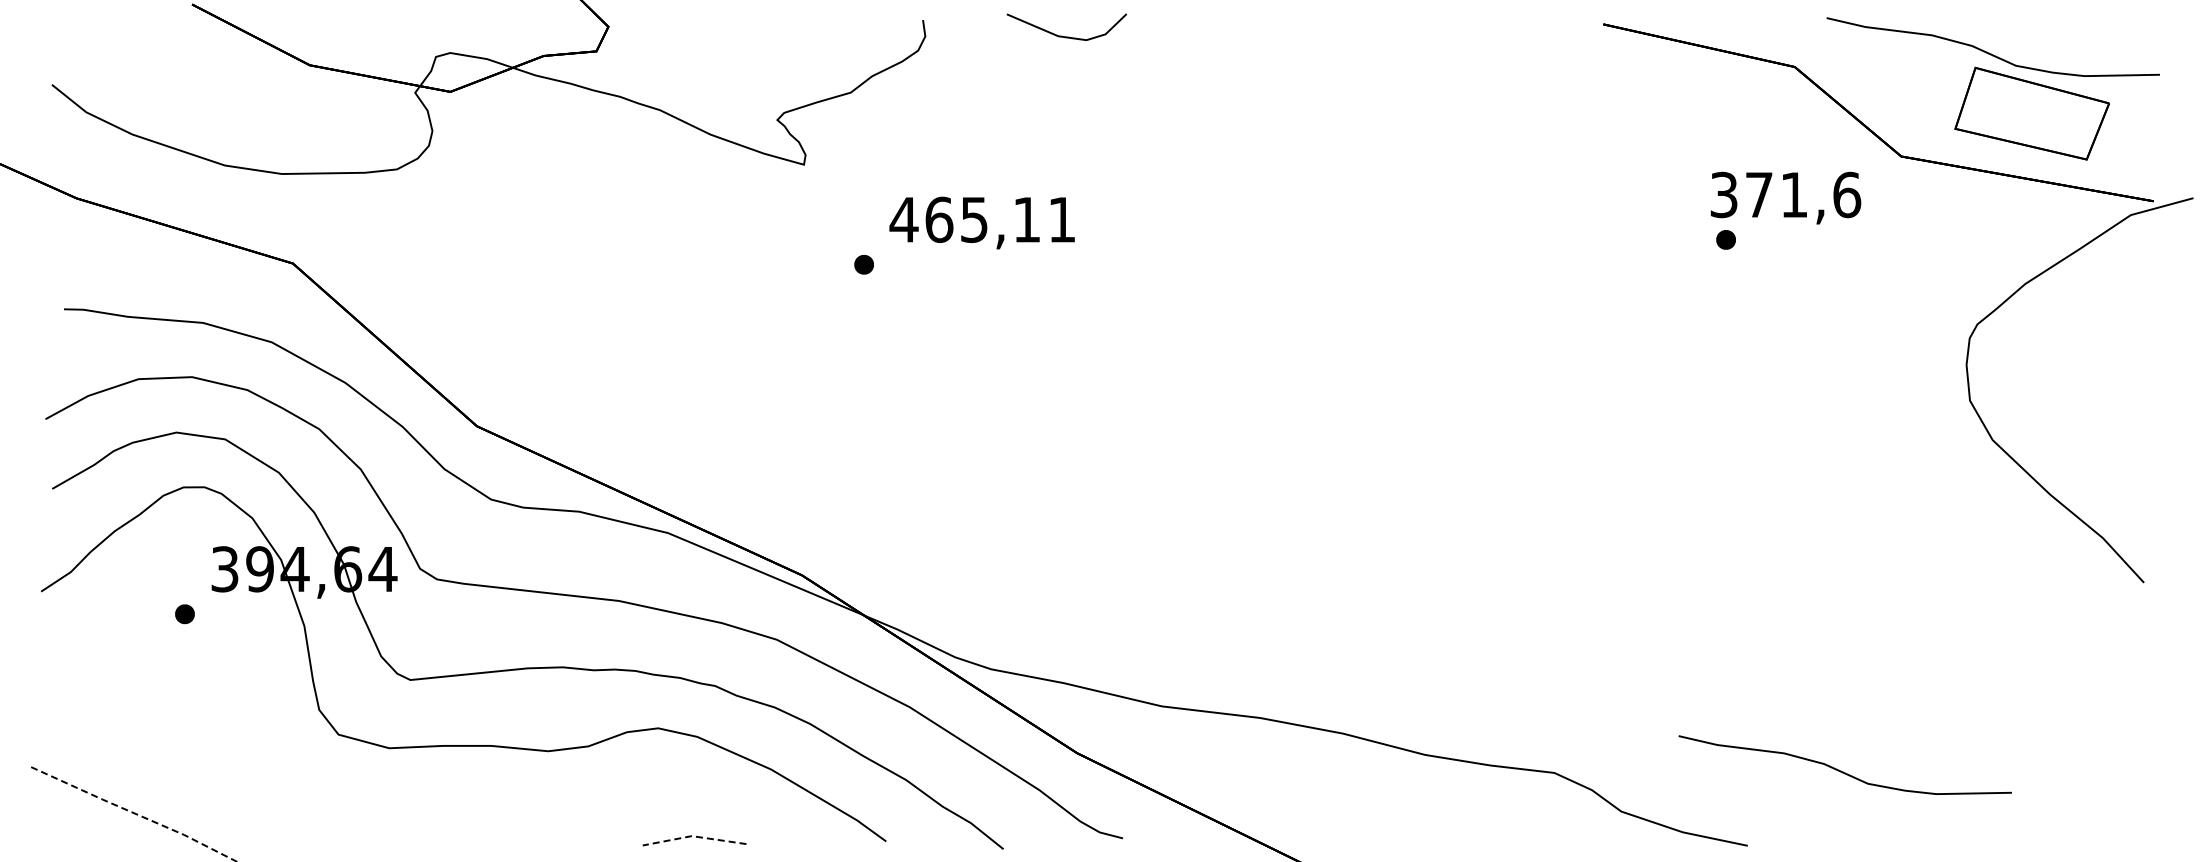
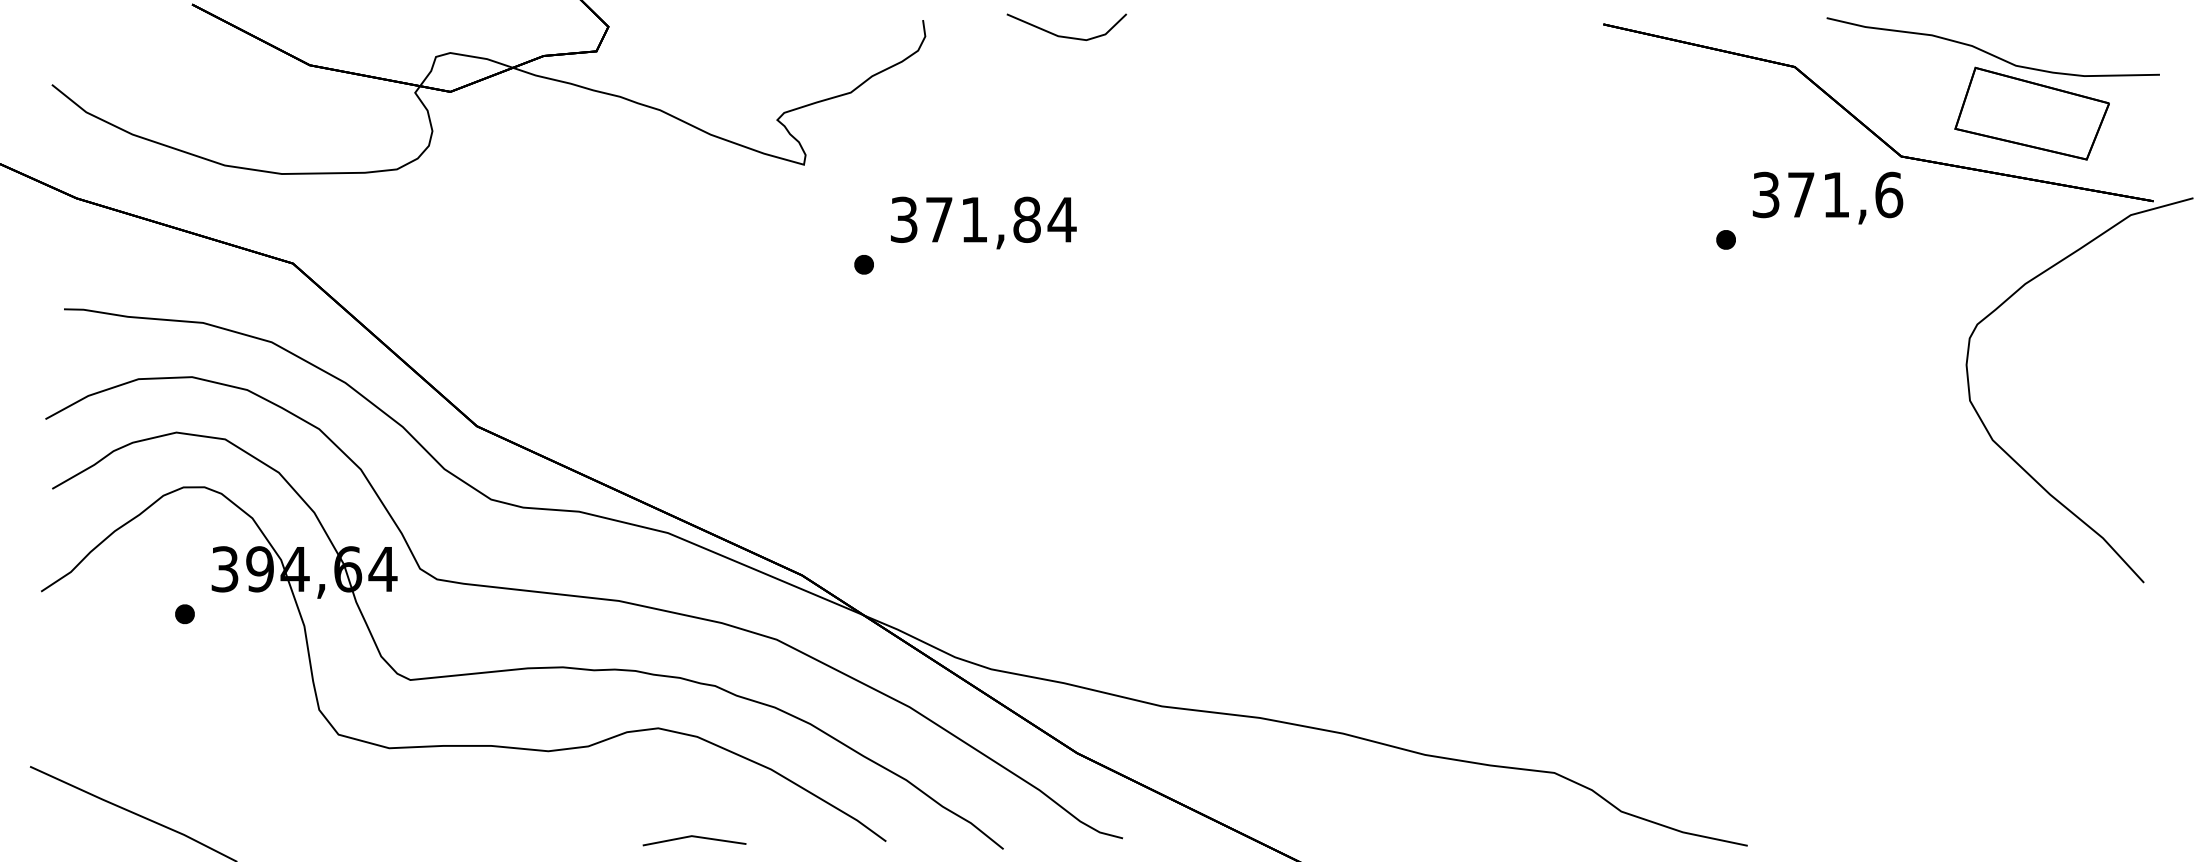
text at (1785, 197) position: (1785, 197) -> (1827, 197)
text at (982, 219): 465,11 -> 371,84
curve at (1841, 770): present -> none
line at (133, 813): dashed -> solid
line at (693, 836): dashed -> solid
